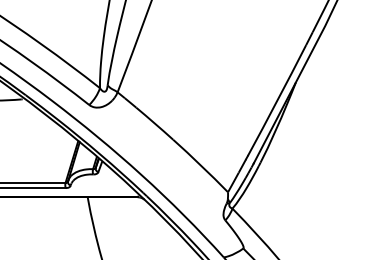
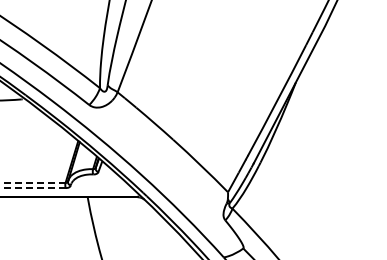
line at (32, 182): solid -> dashed
line at (33, 188): solid -> dashed
